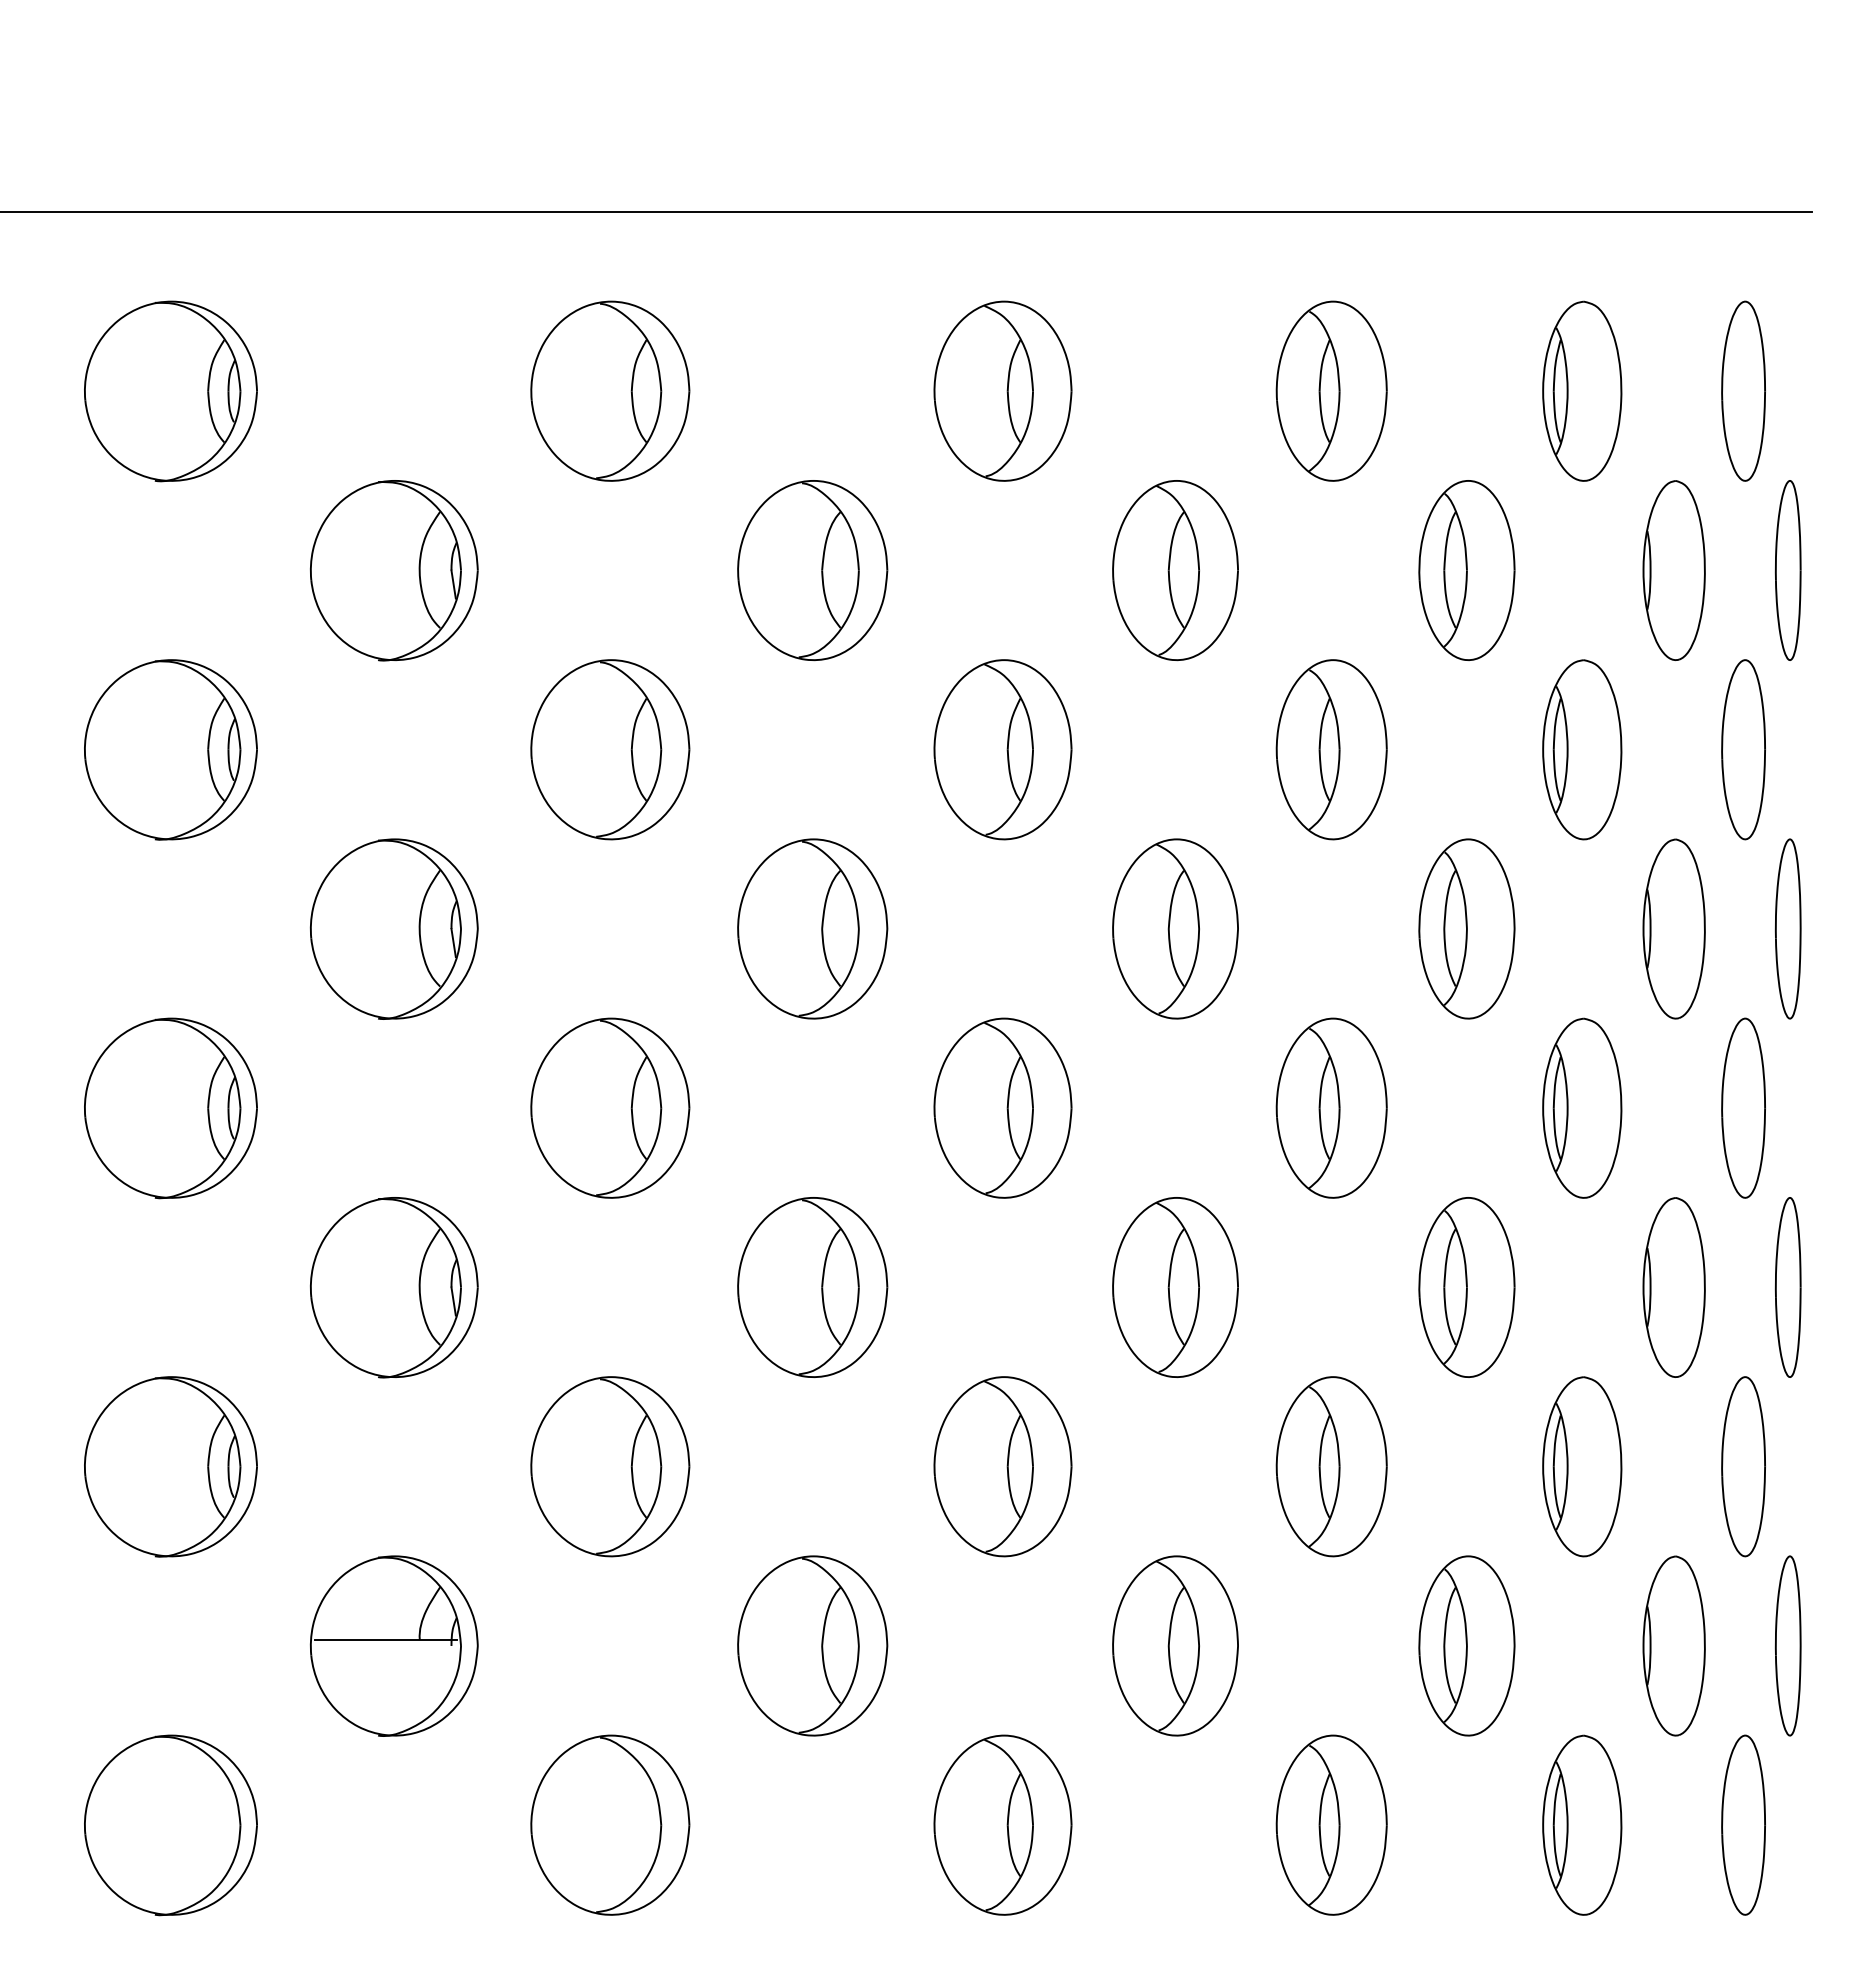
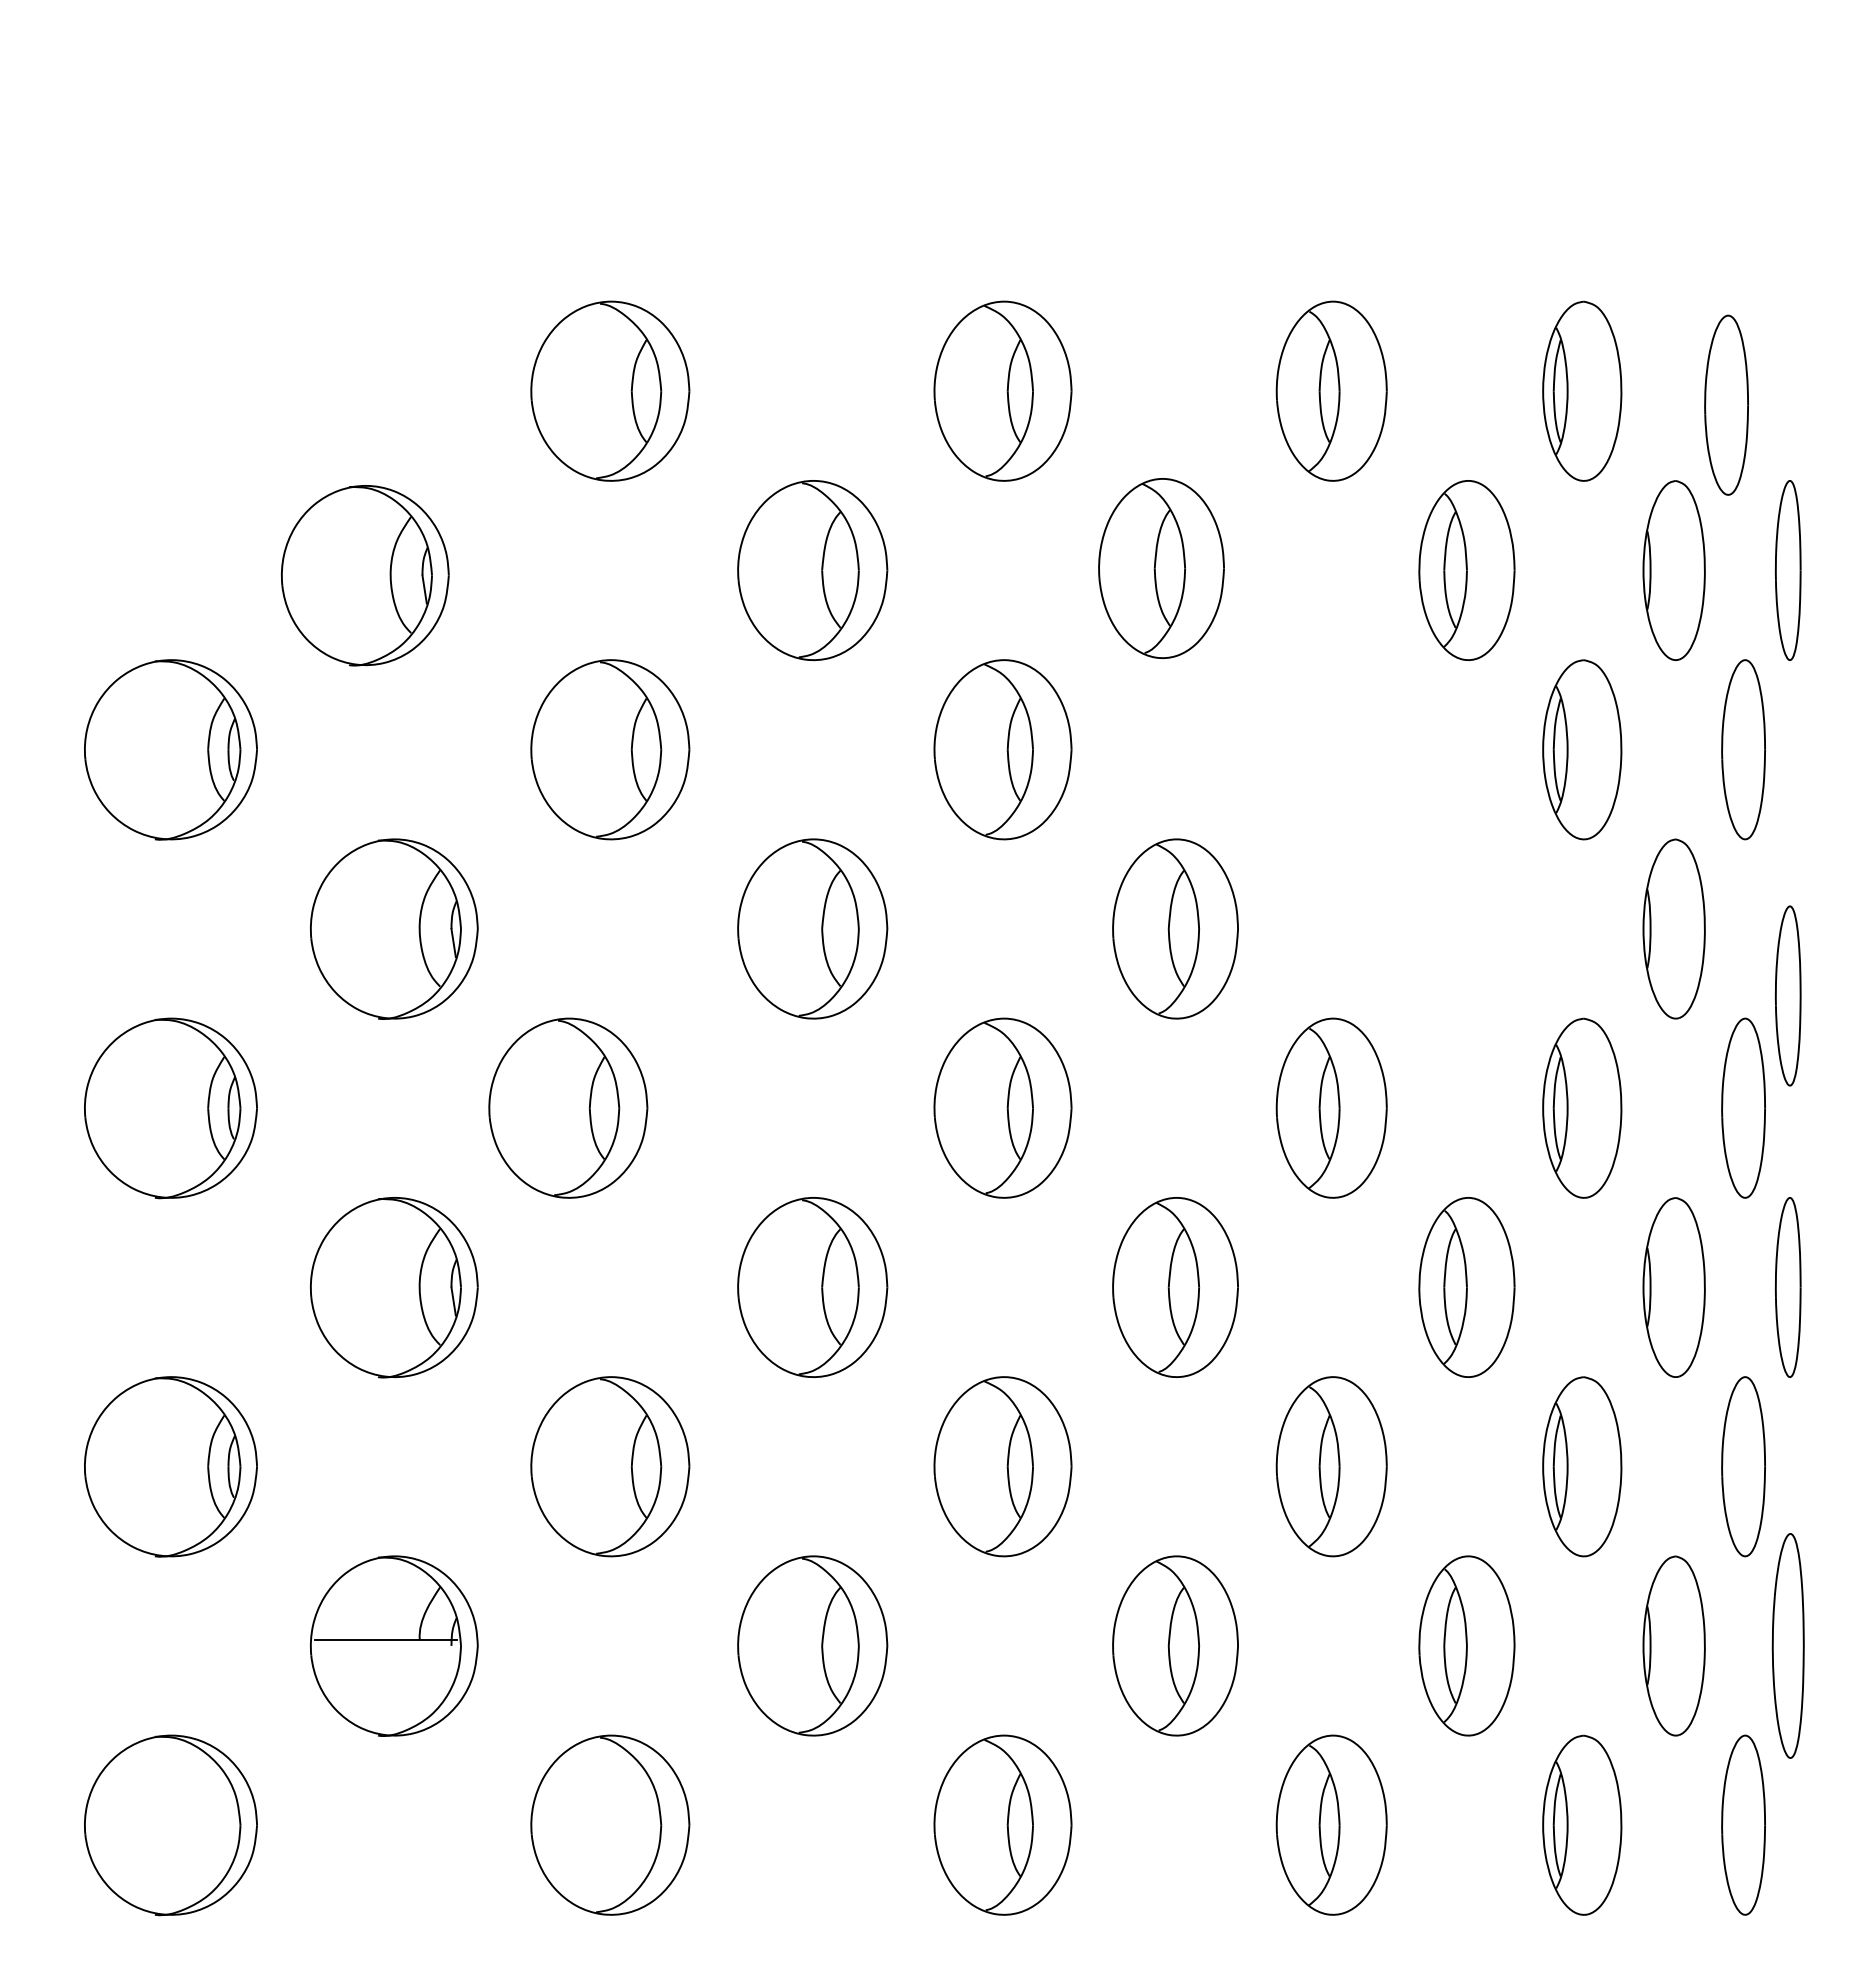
line at (906, 212): present -> none
part at (1743, 390) position: (1743, 390) -> (1726, 404)
part at (170, 391): present -> none
part at (394, 570) position: (394, 570) -> (365, 575)
part at (1175, 570) position: (1175, 570) -> (1161, 568)
part at (1331, 749): present -> none
part at (1466, 928): present -> none
part at (1787, 928) position: (1787, 928) -> (1787, 995)
part at (610, 1107) position: (610, 1107) -> (568, 1107)
part at (1787, 1645) size: 28x182 px -> 34x226 px
